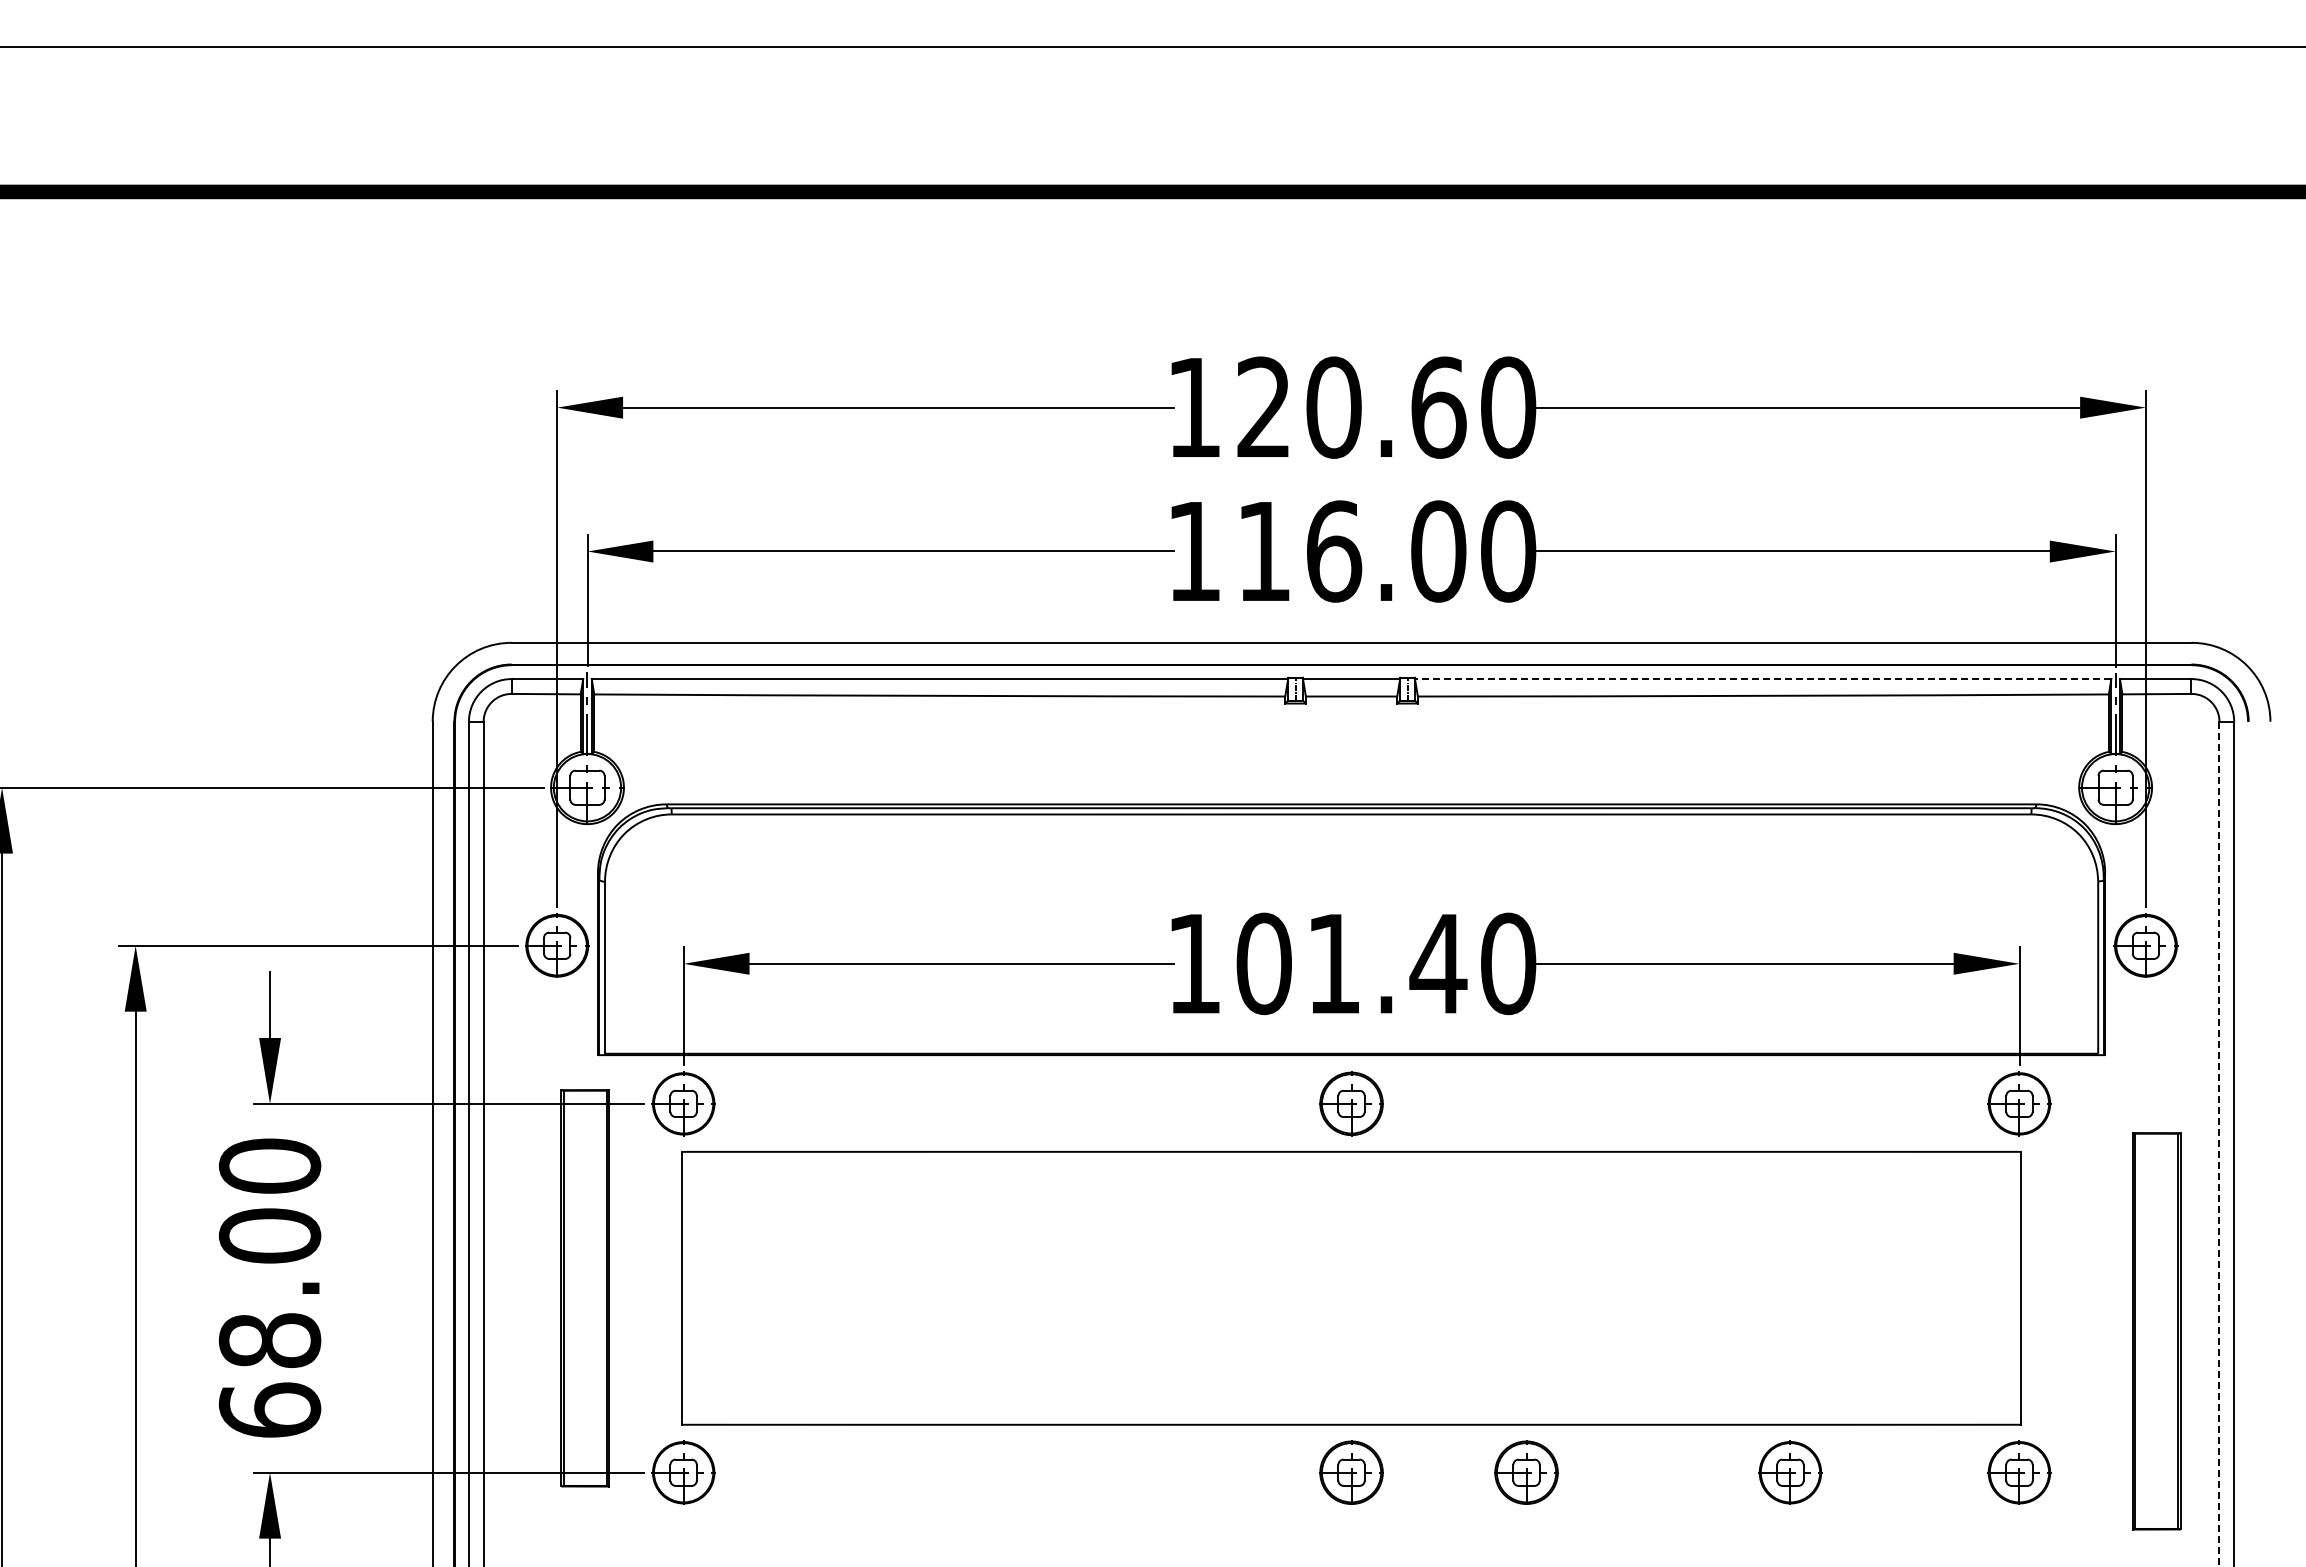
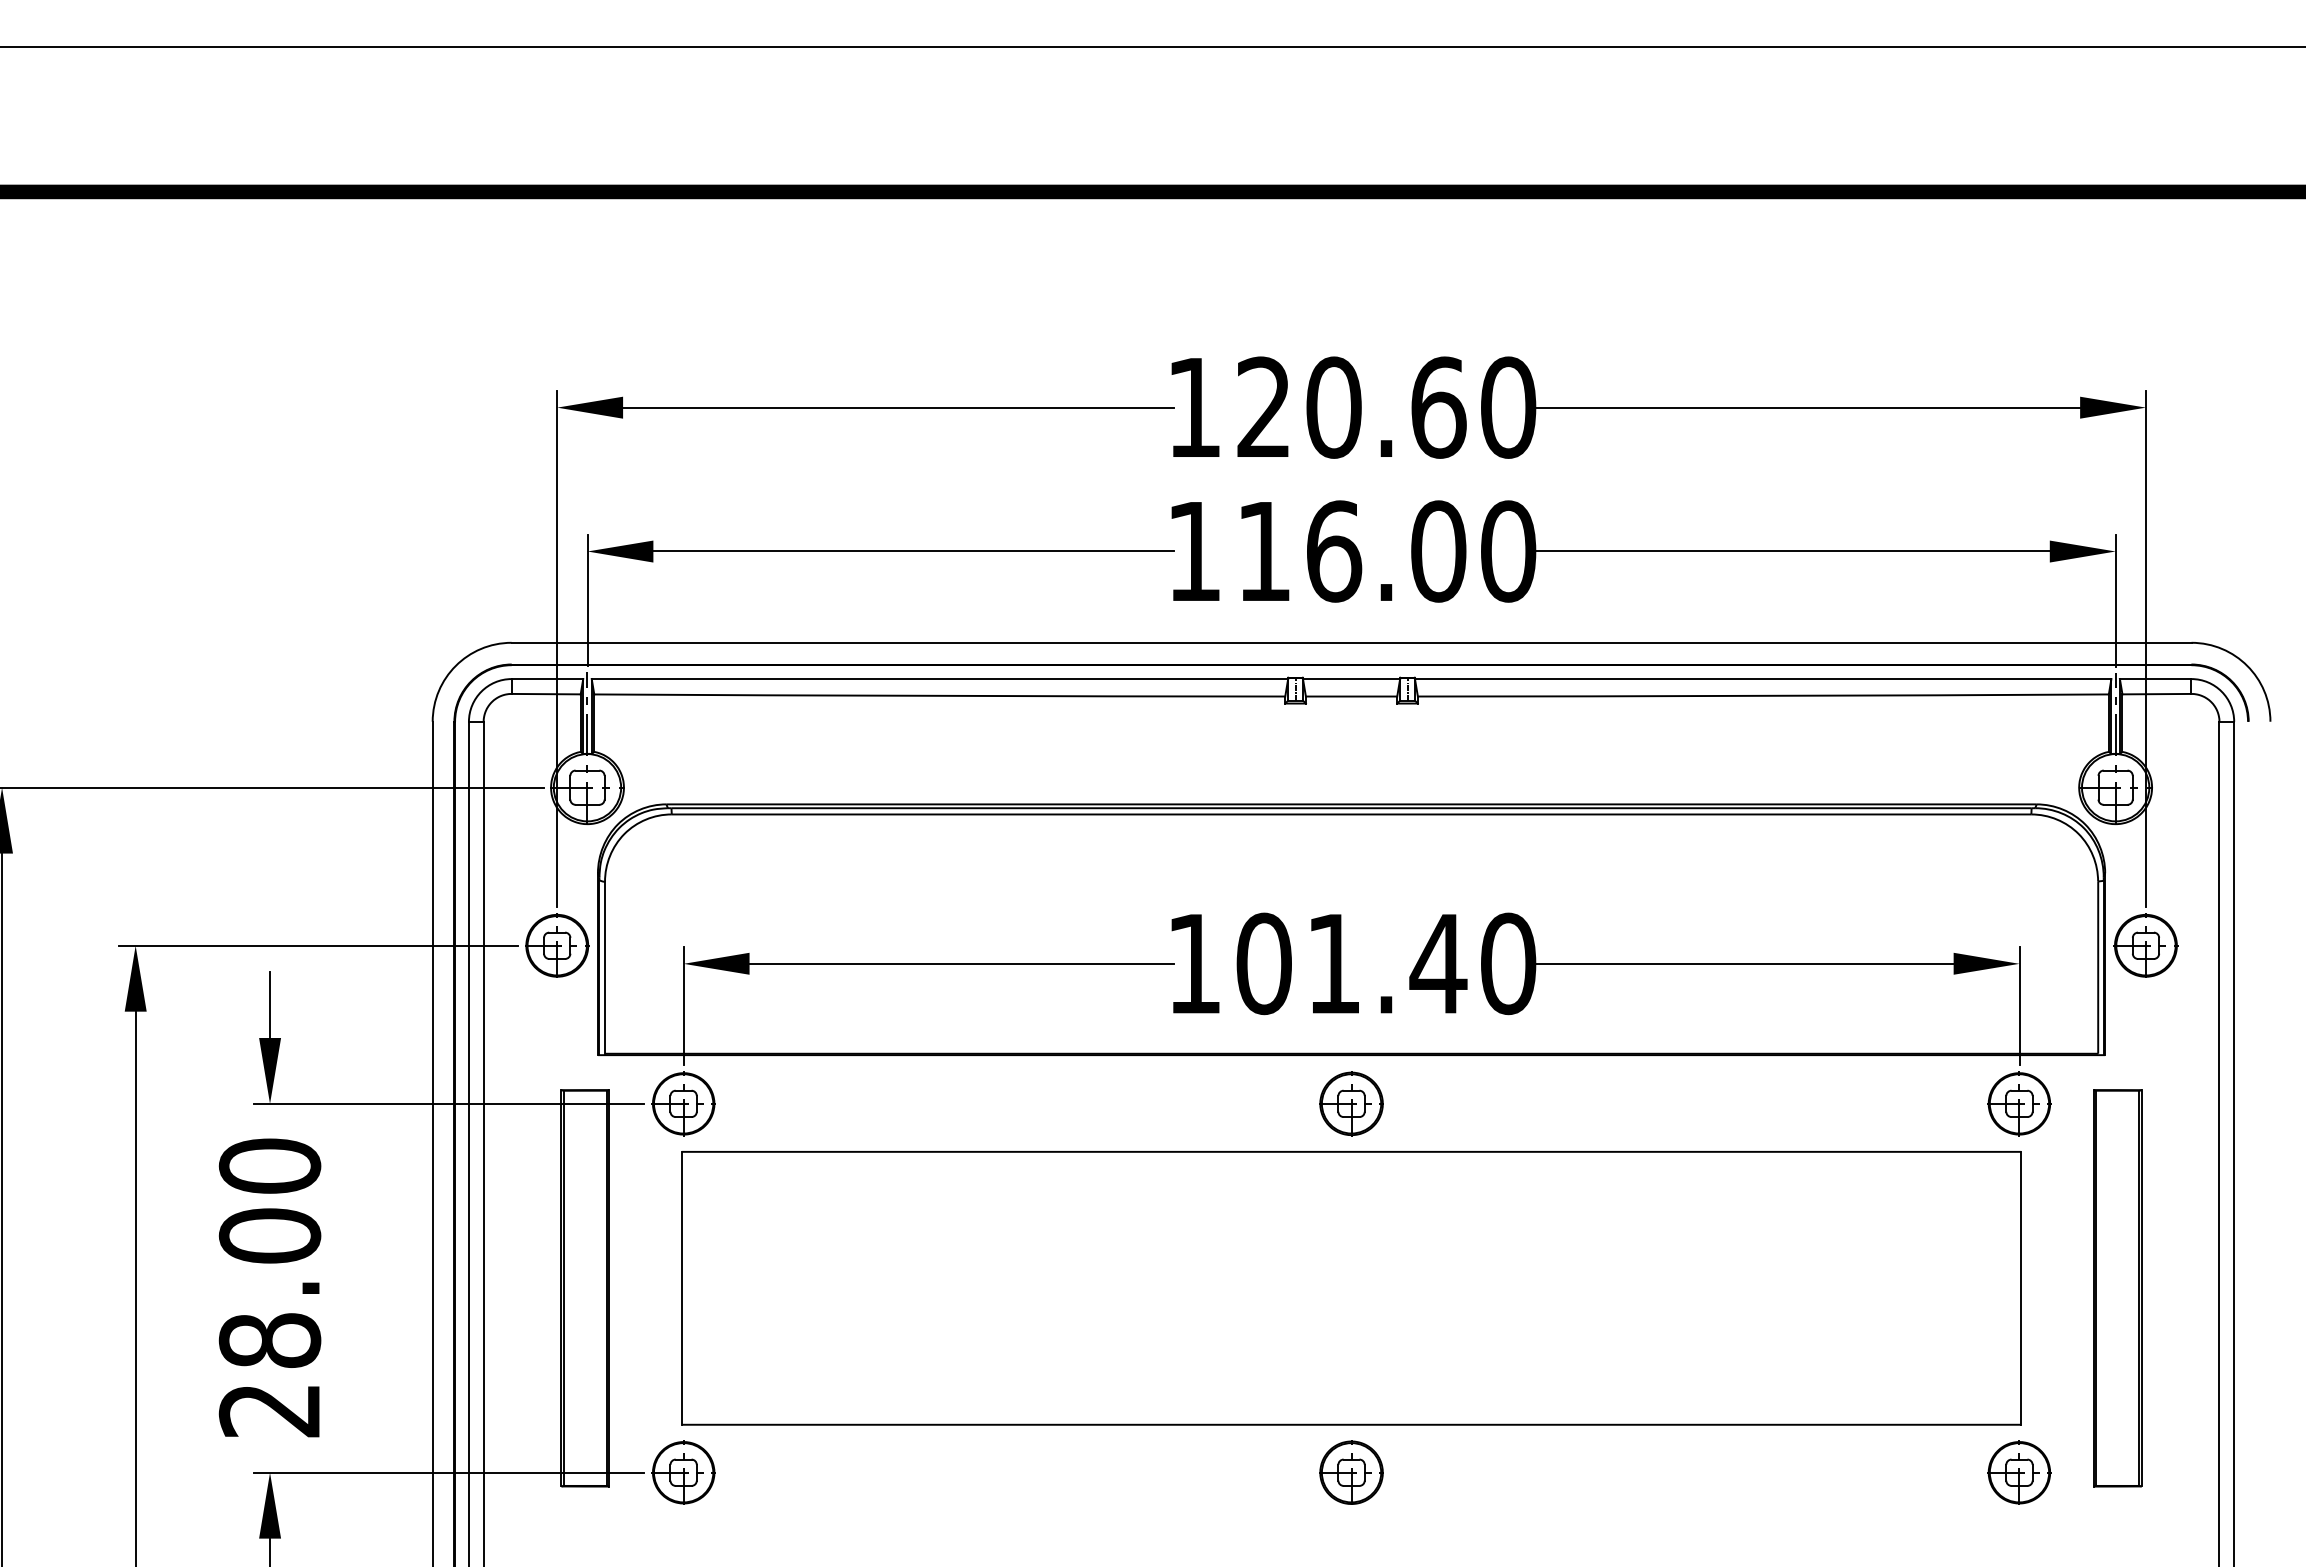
line at (1762, 679): dashed -> solid
line at (2219, 1144): dashed -> solid
part at (2156, 1331) position: (2156, 1331) -> (2117, 1288)
text at (269, 1409): 68.00 -> 28.00
part at (1526, 1472): present -> none
part at (1790, 1472): present -> none
